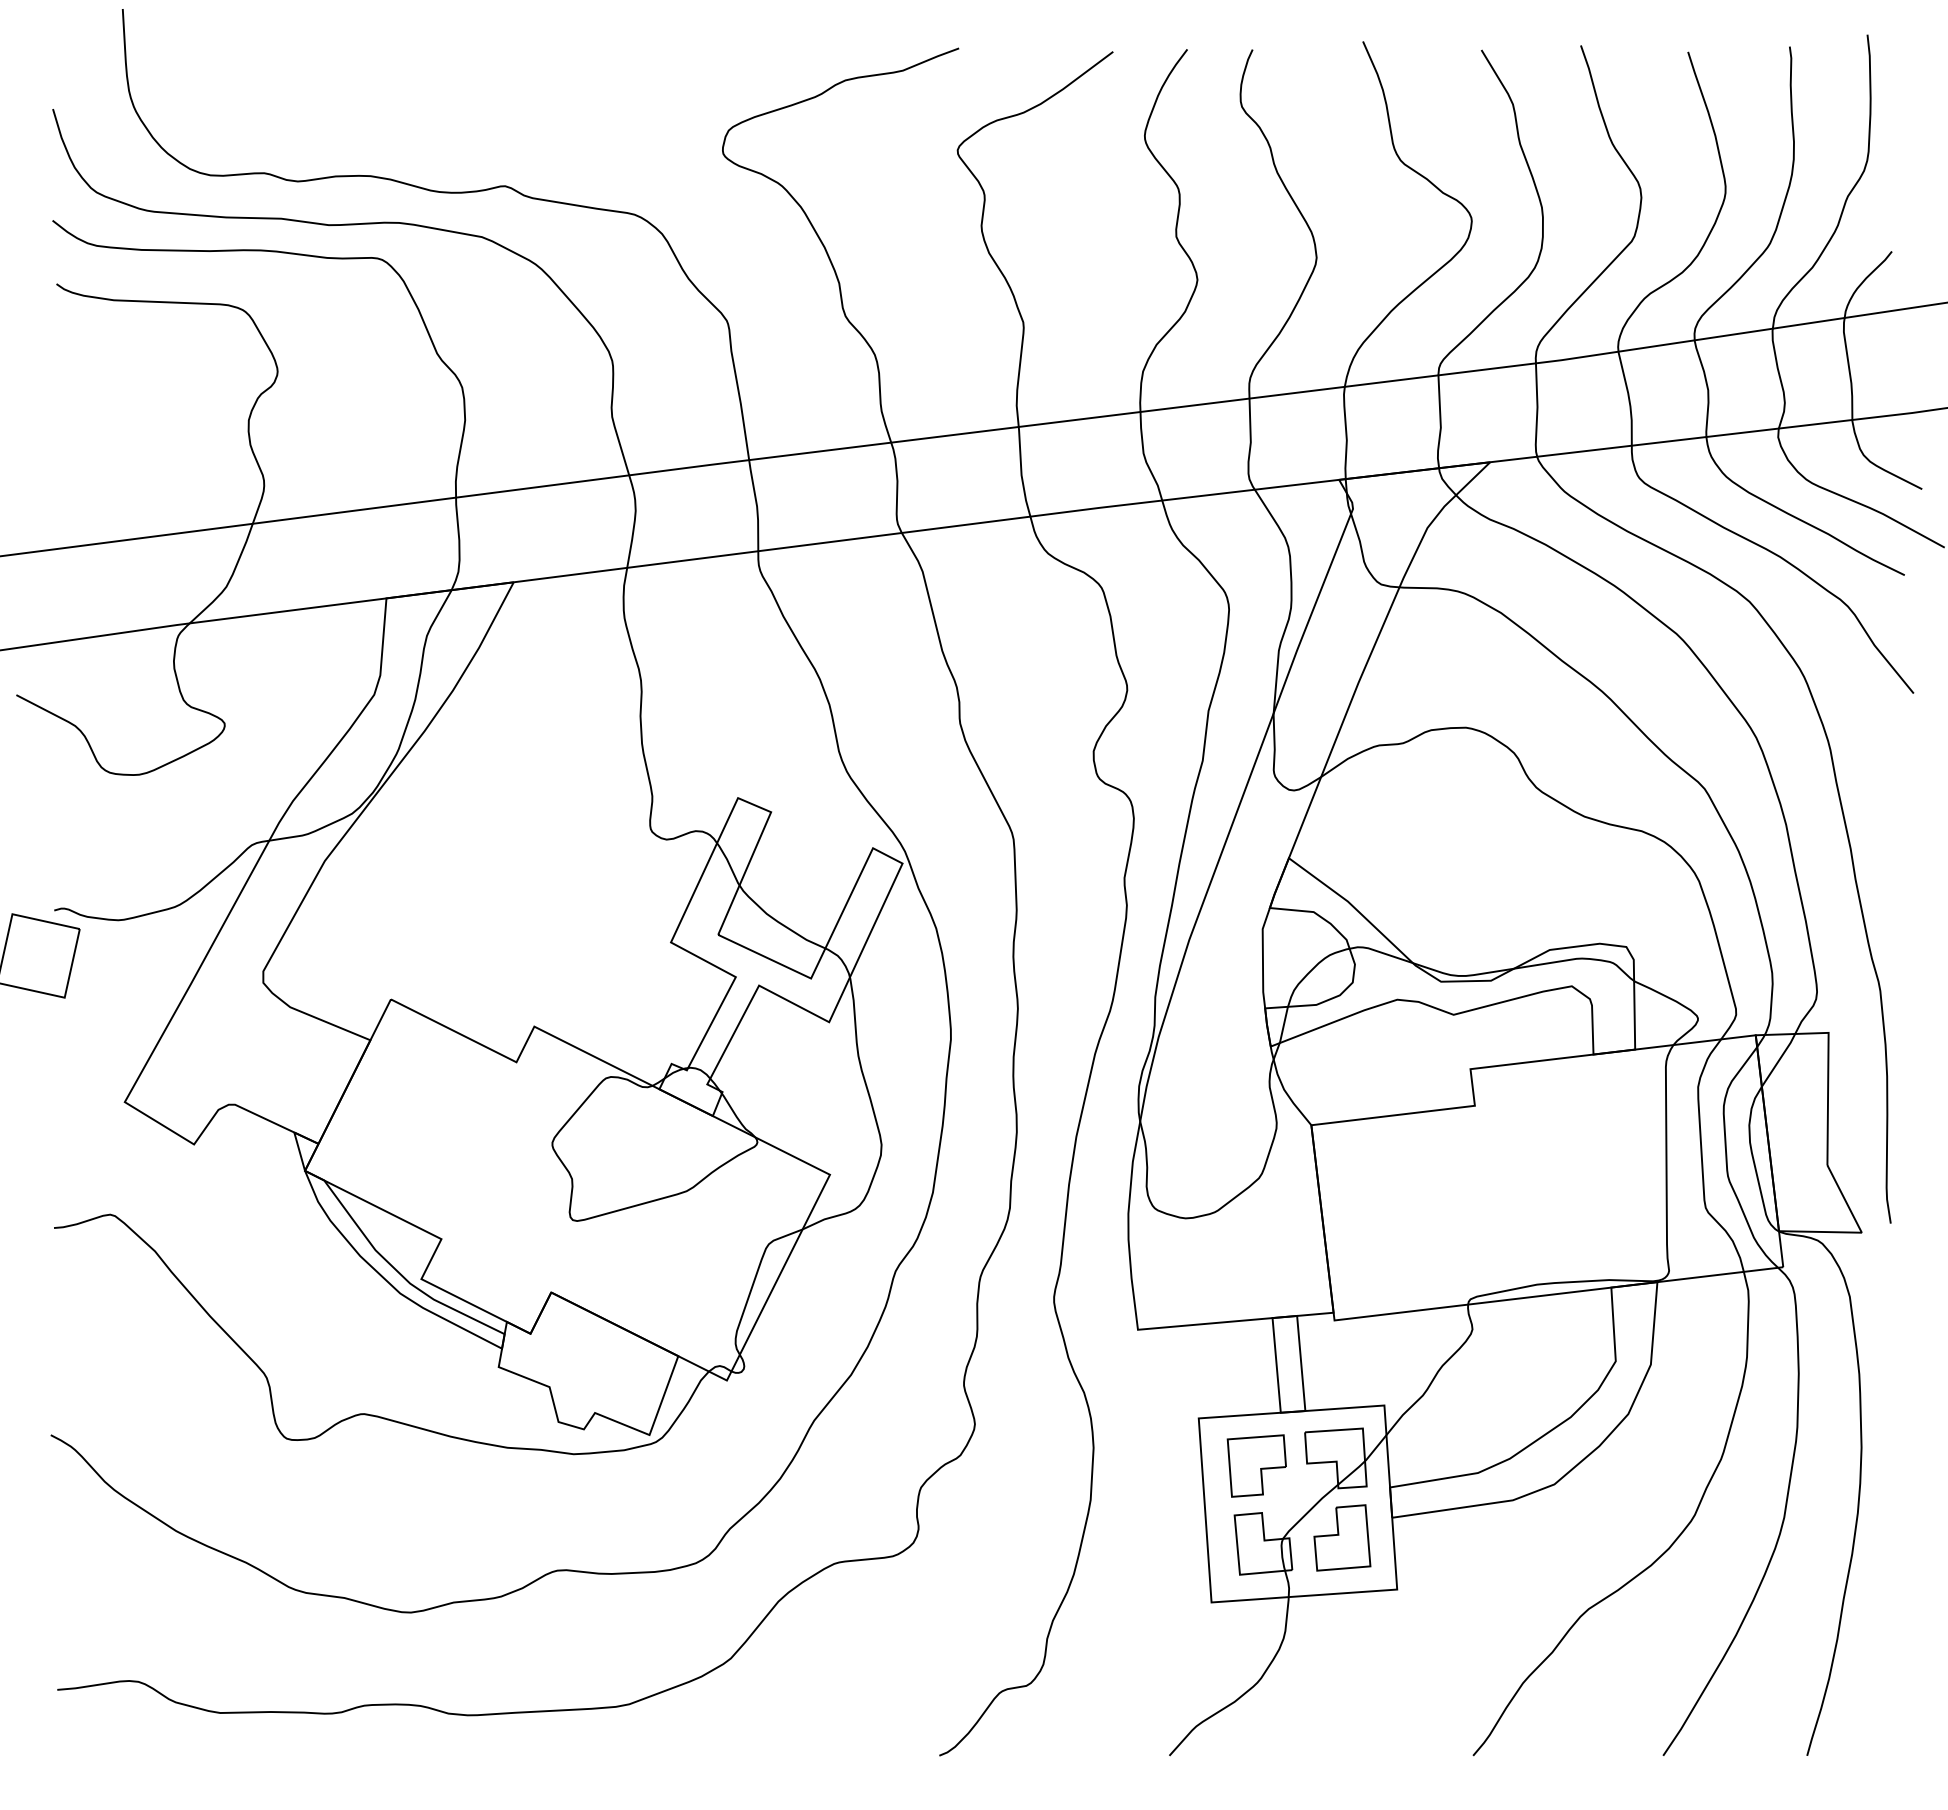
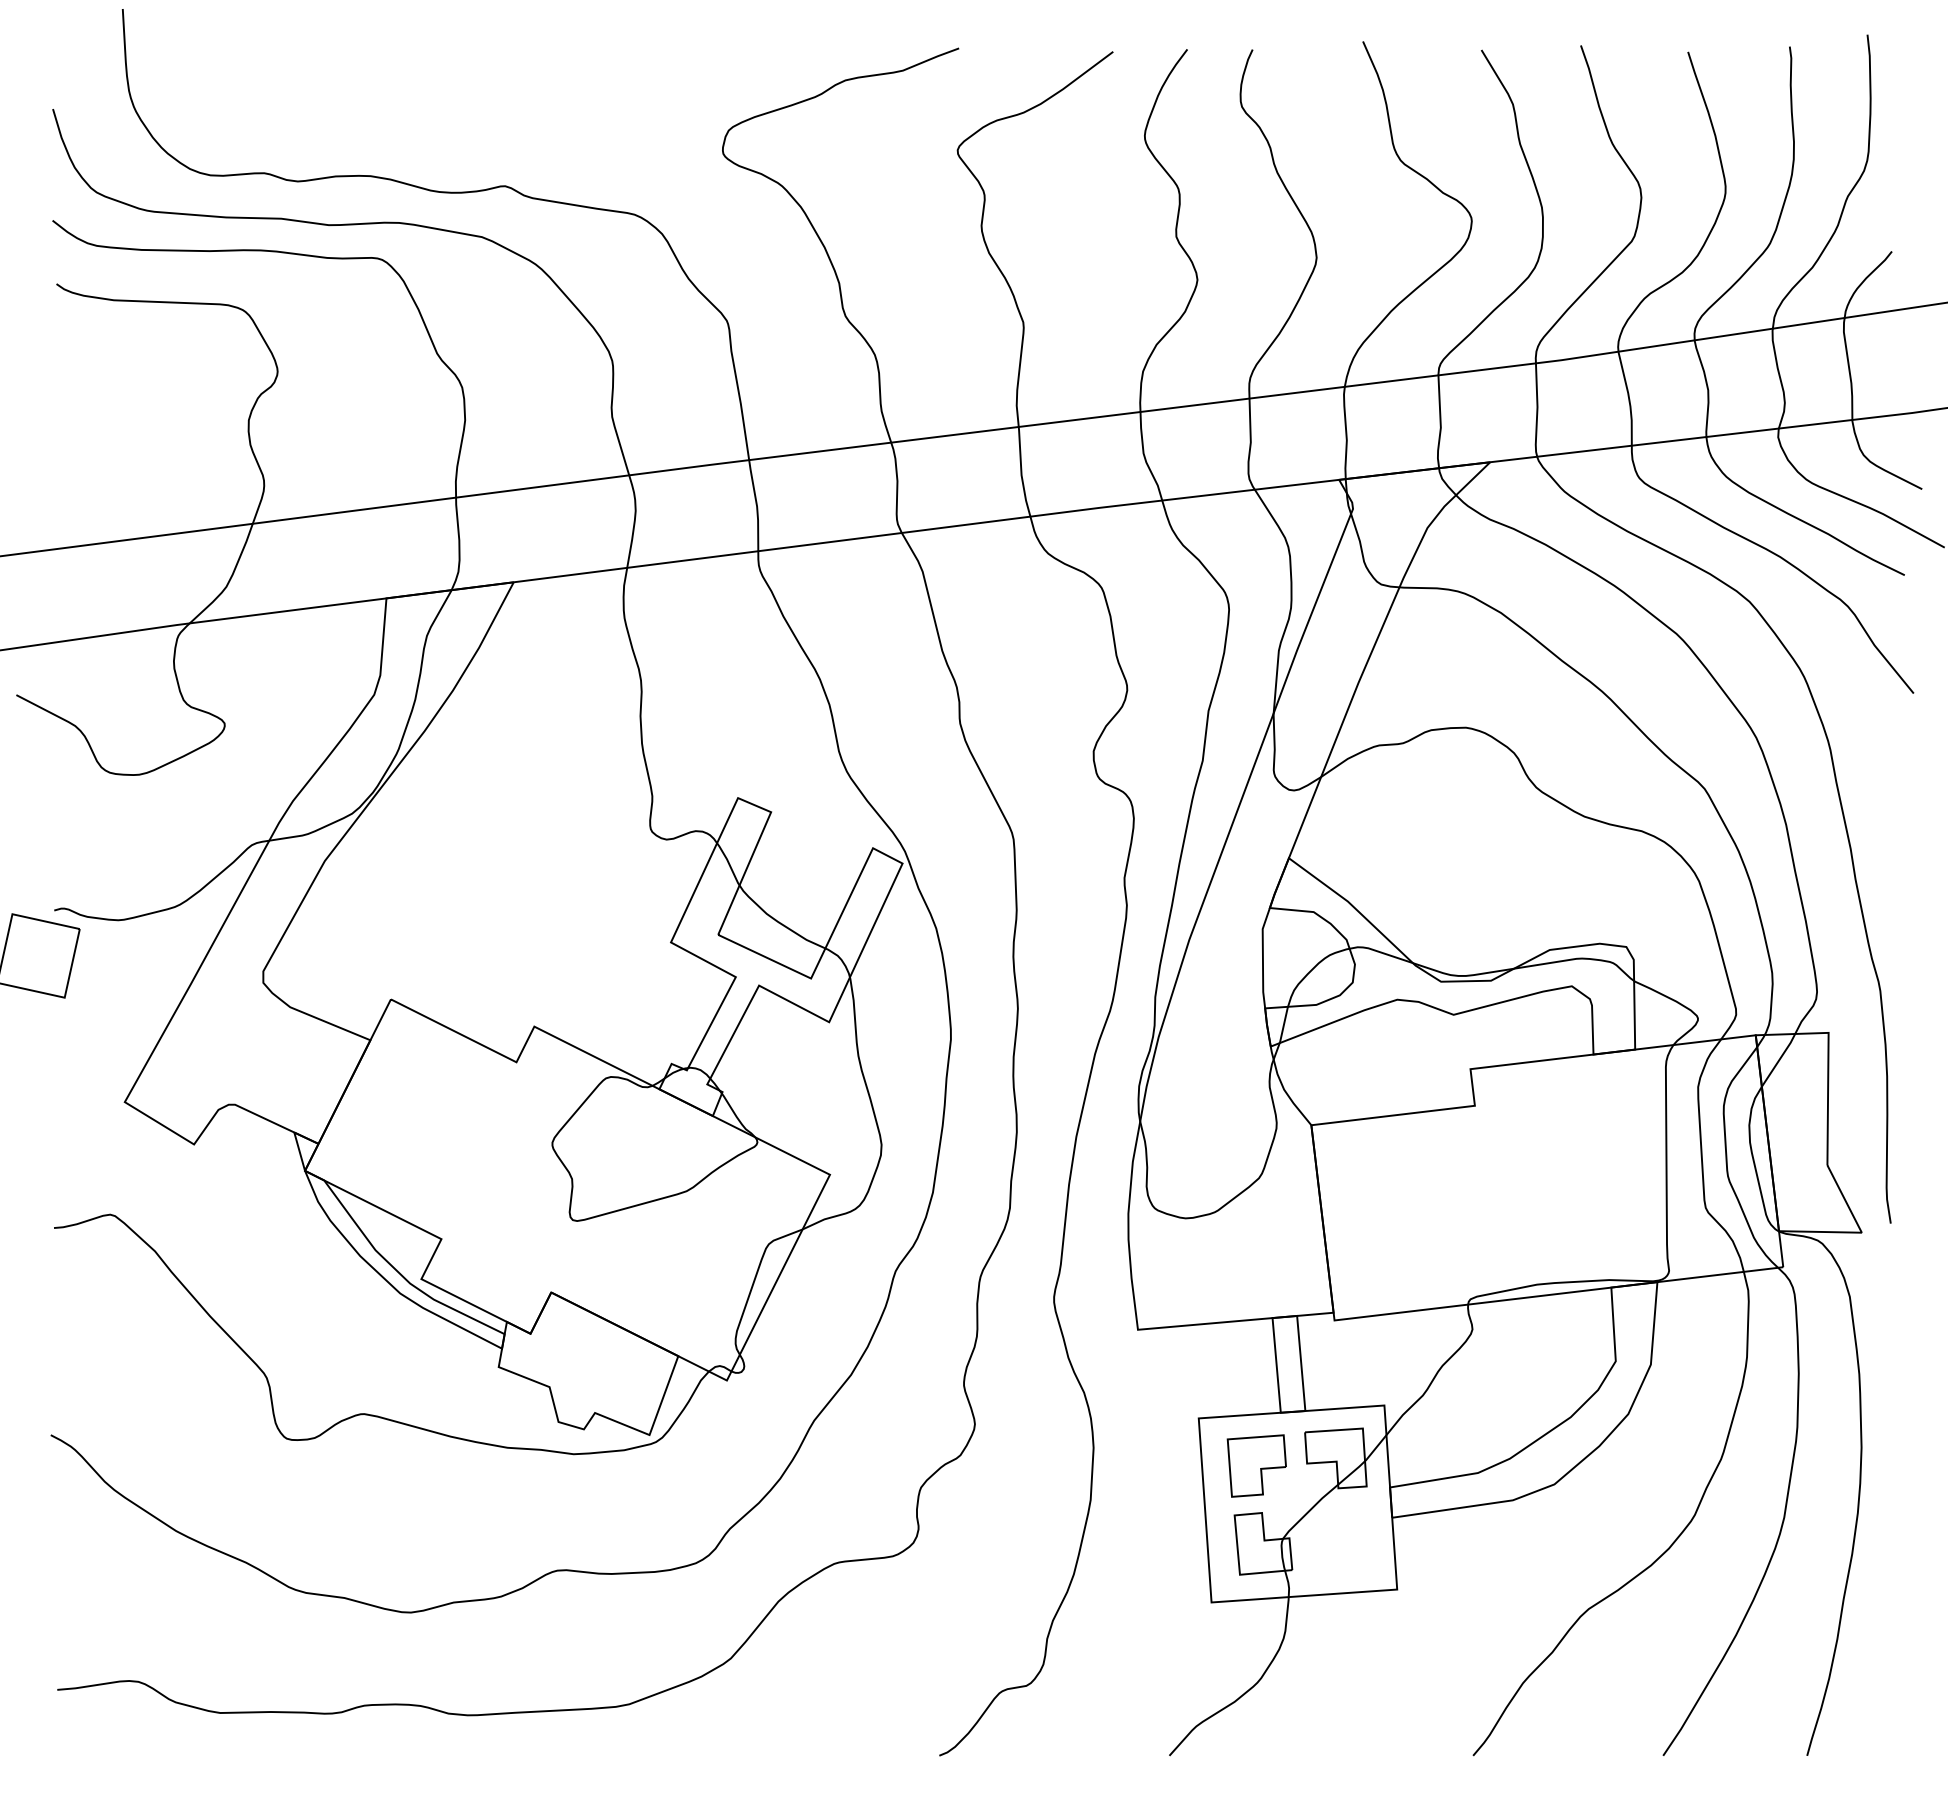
part at (1342, 1537): present -> none
